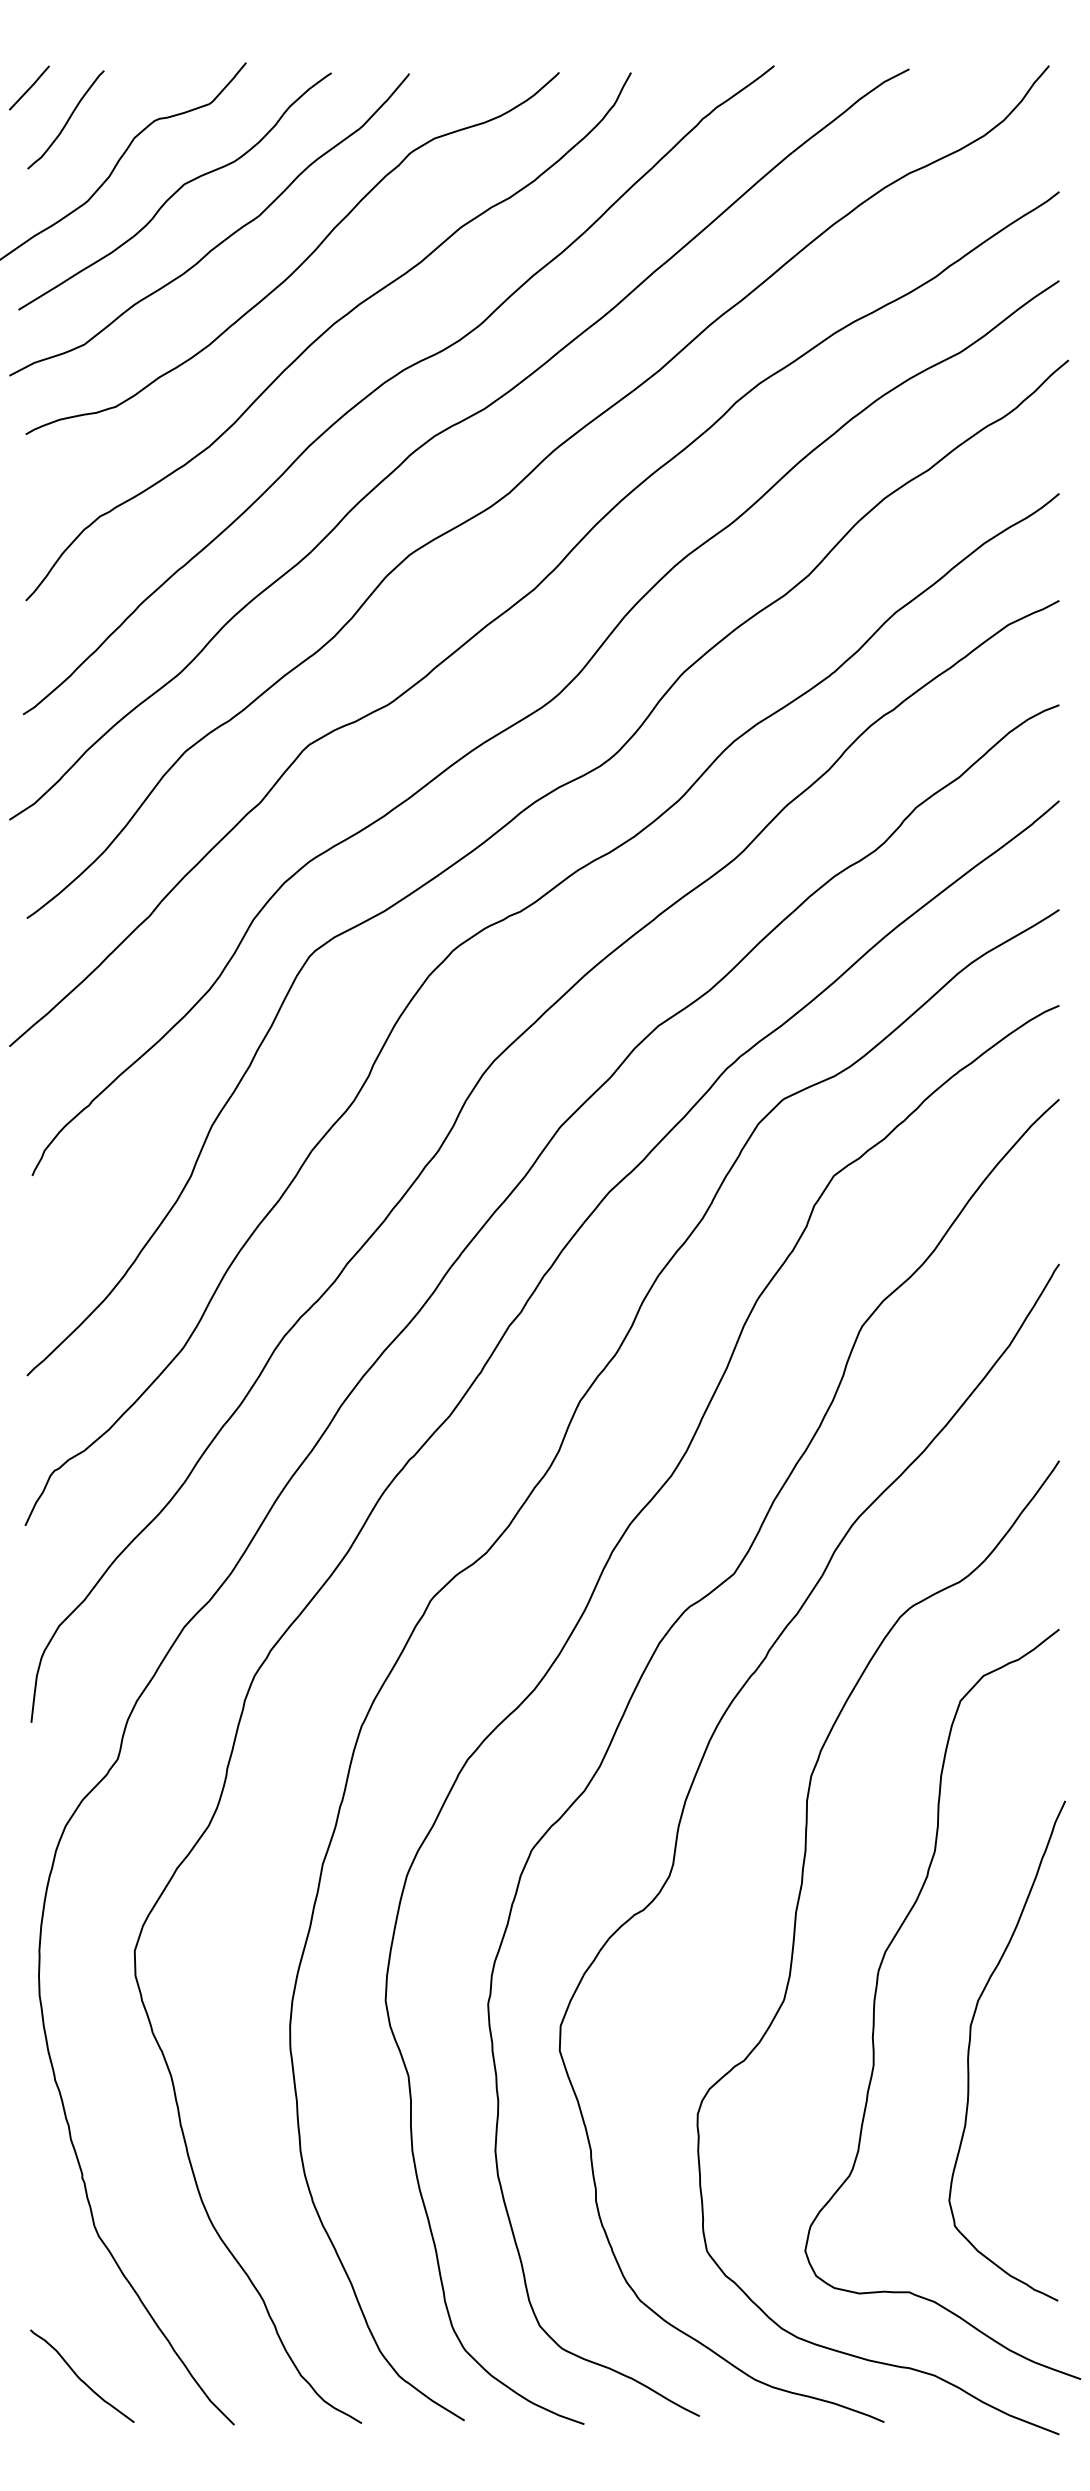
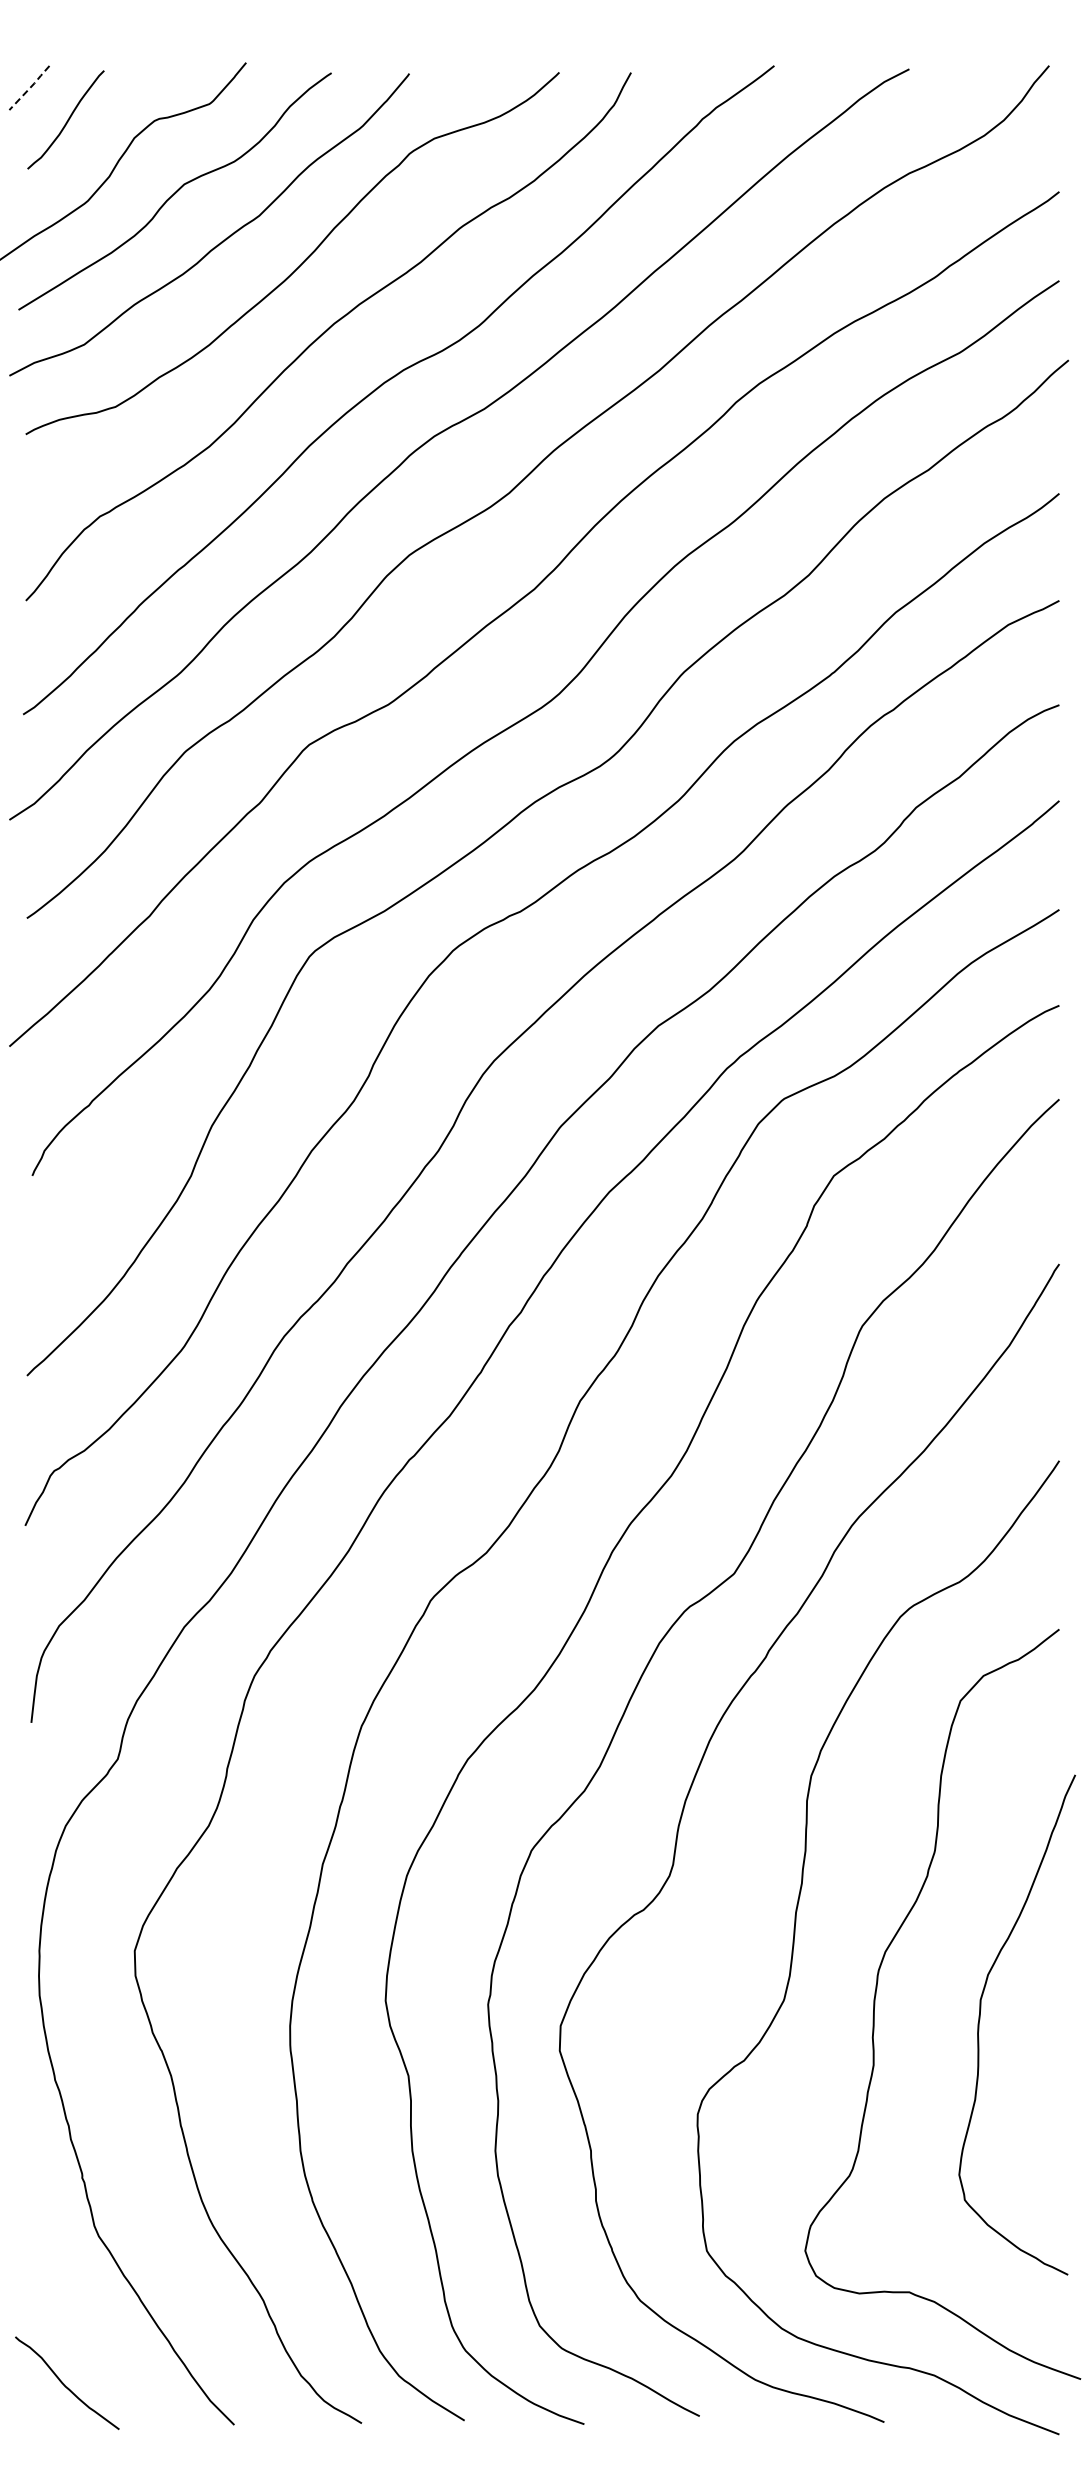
line at (30, 87): solid -> dashed
curve at (970, 2045) position: (970, 2045) -> (980, 2019)
curve at (79, 2377) position: (79, 2377) -> (64, 2384)
